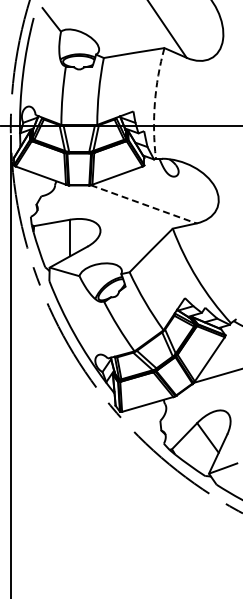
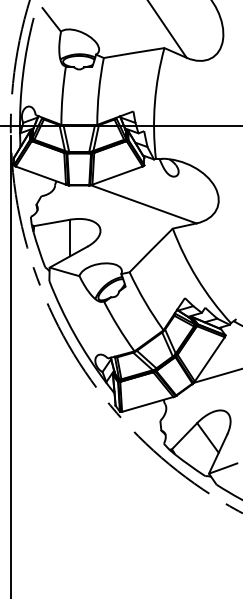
arc at (154, 103): dashed -> solid
line at (144, 204): dashed -> solid
